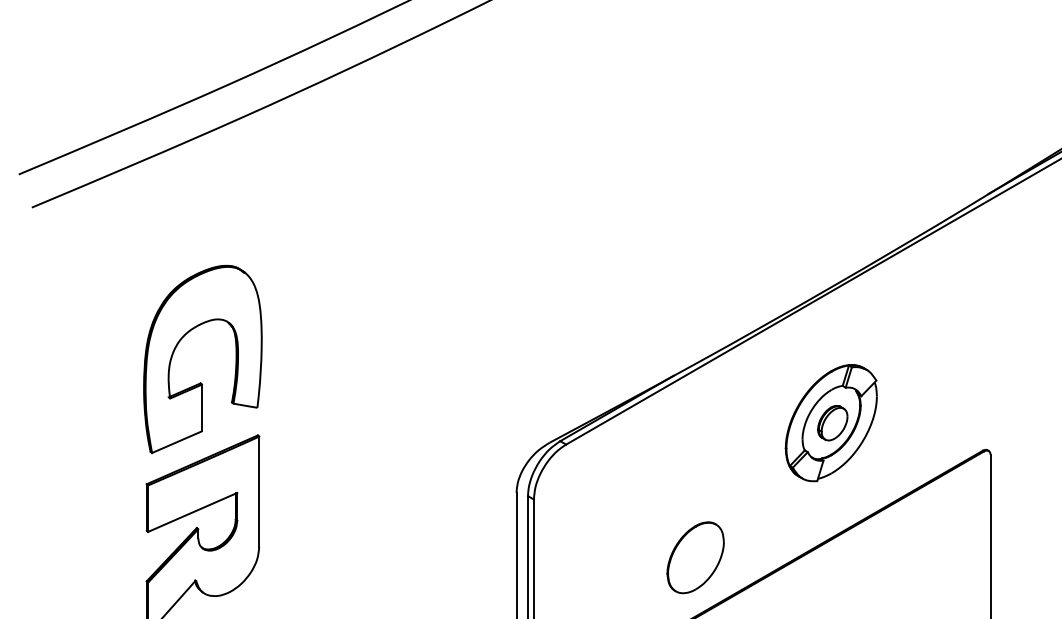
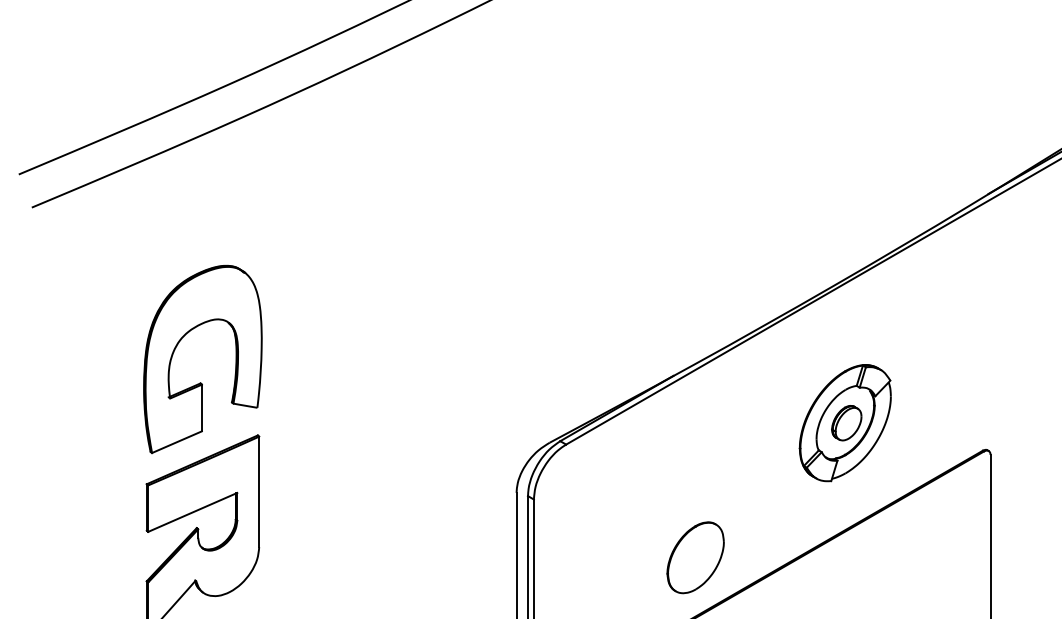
part at (830, 423) position: (830, 423) -> (844, 423)
